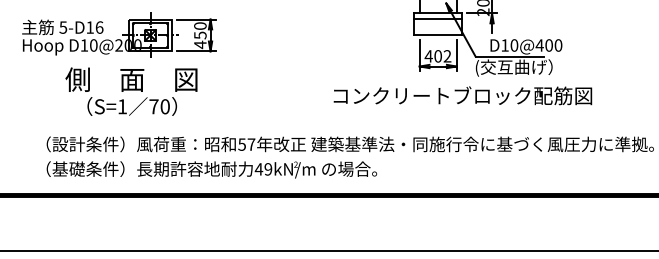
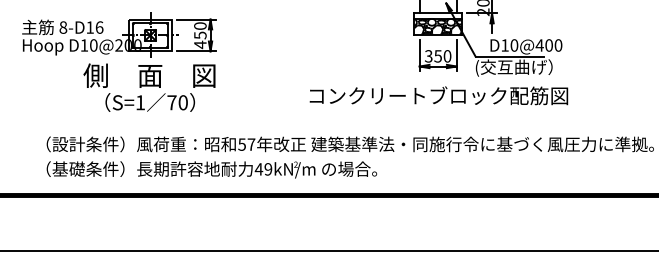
hatch at (438, 26): none -> present
text at (63, 27): 5-D16 -> 8-D16
text at (437, 56): 402 -> 350
text at (131, 91) position: (131, 91) -> (149, 87)
text at (462, 95) position: (462, 95) -> (438, 95)
